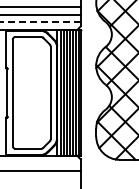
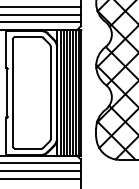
line at (39, 22): dashed -> solid
line at (41, 163): none -> present
line at (41, 179): none -> present
